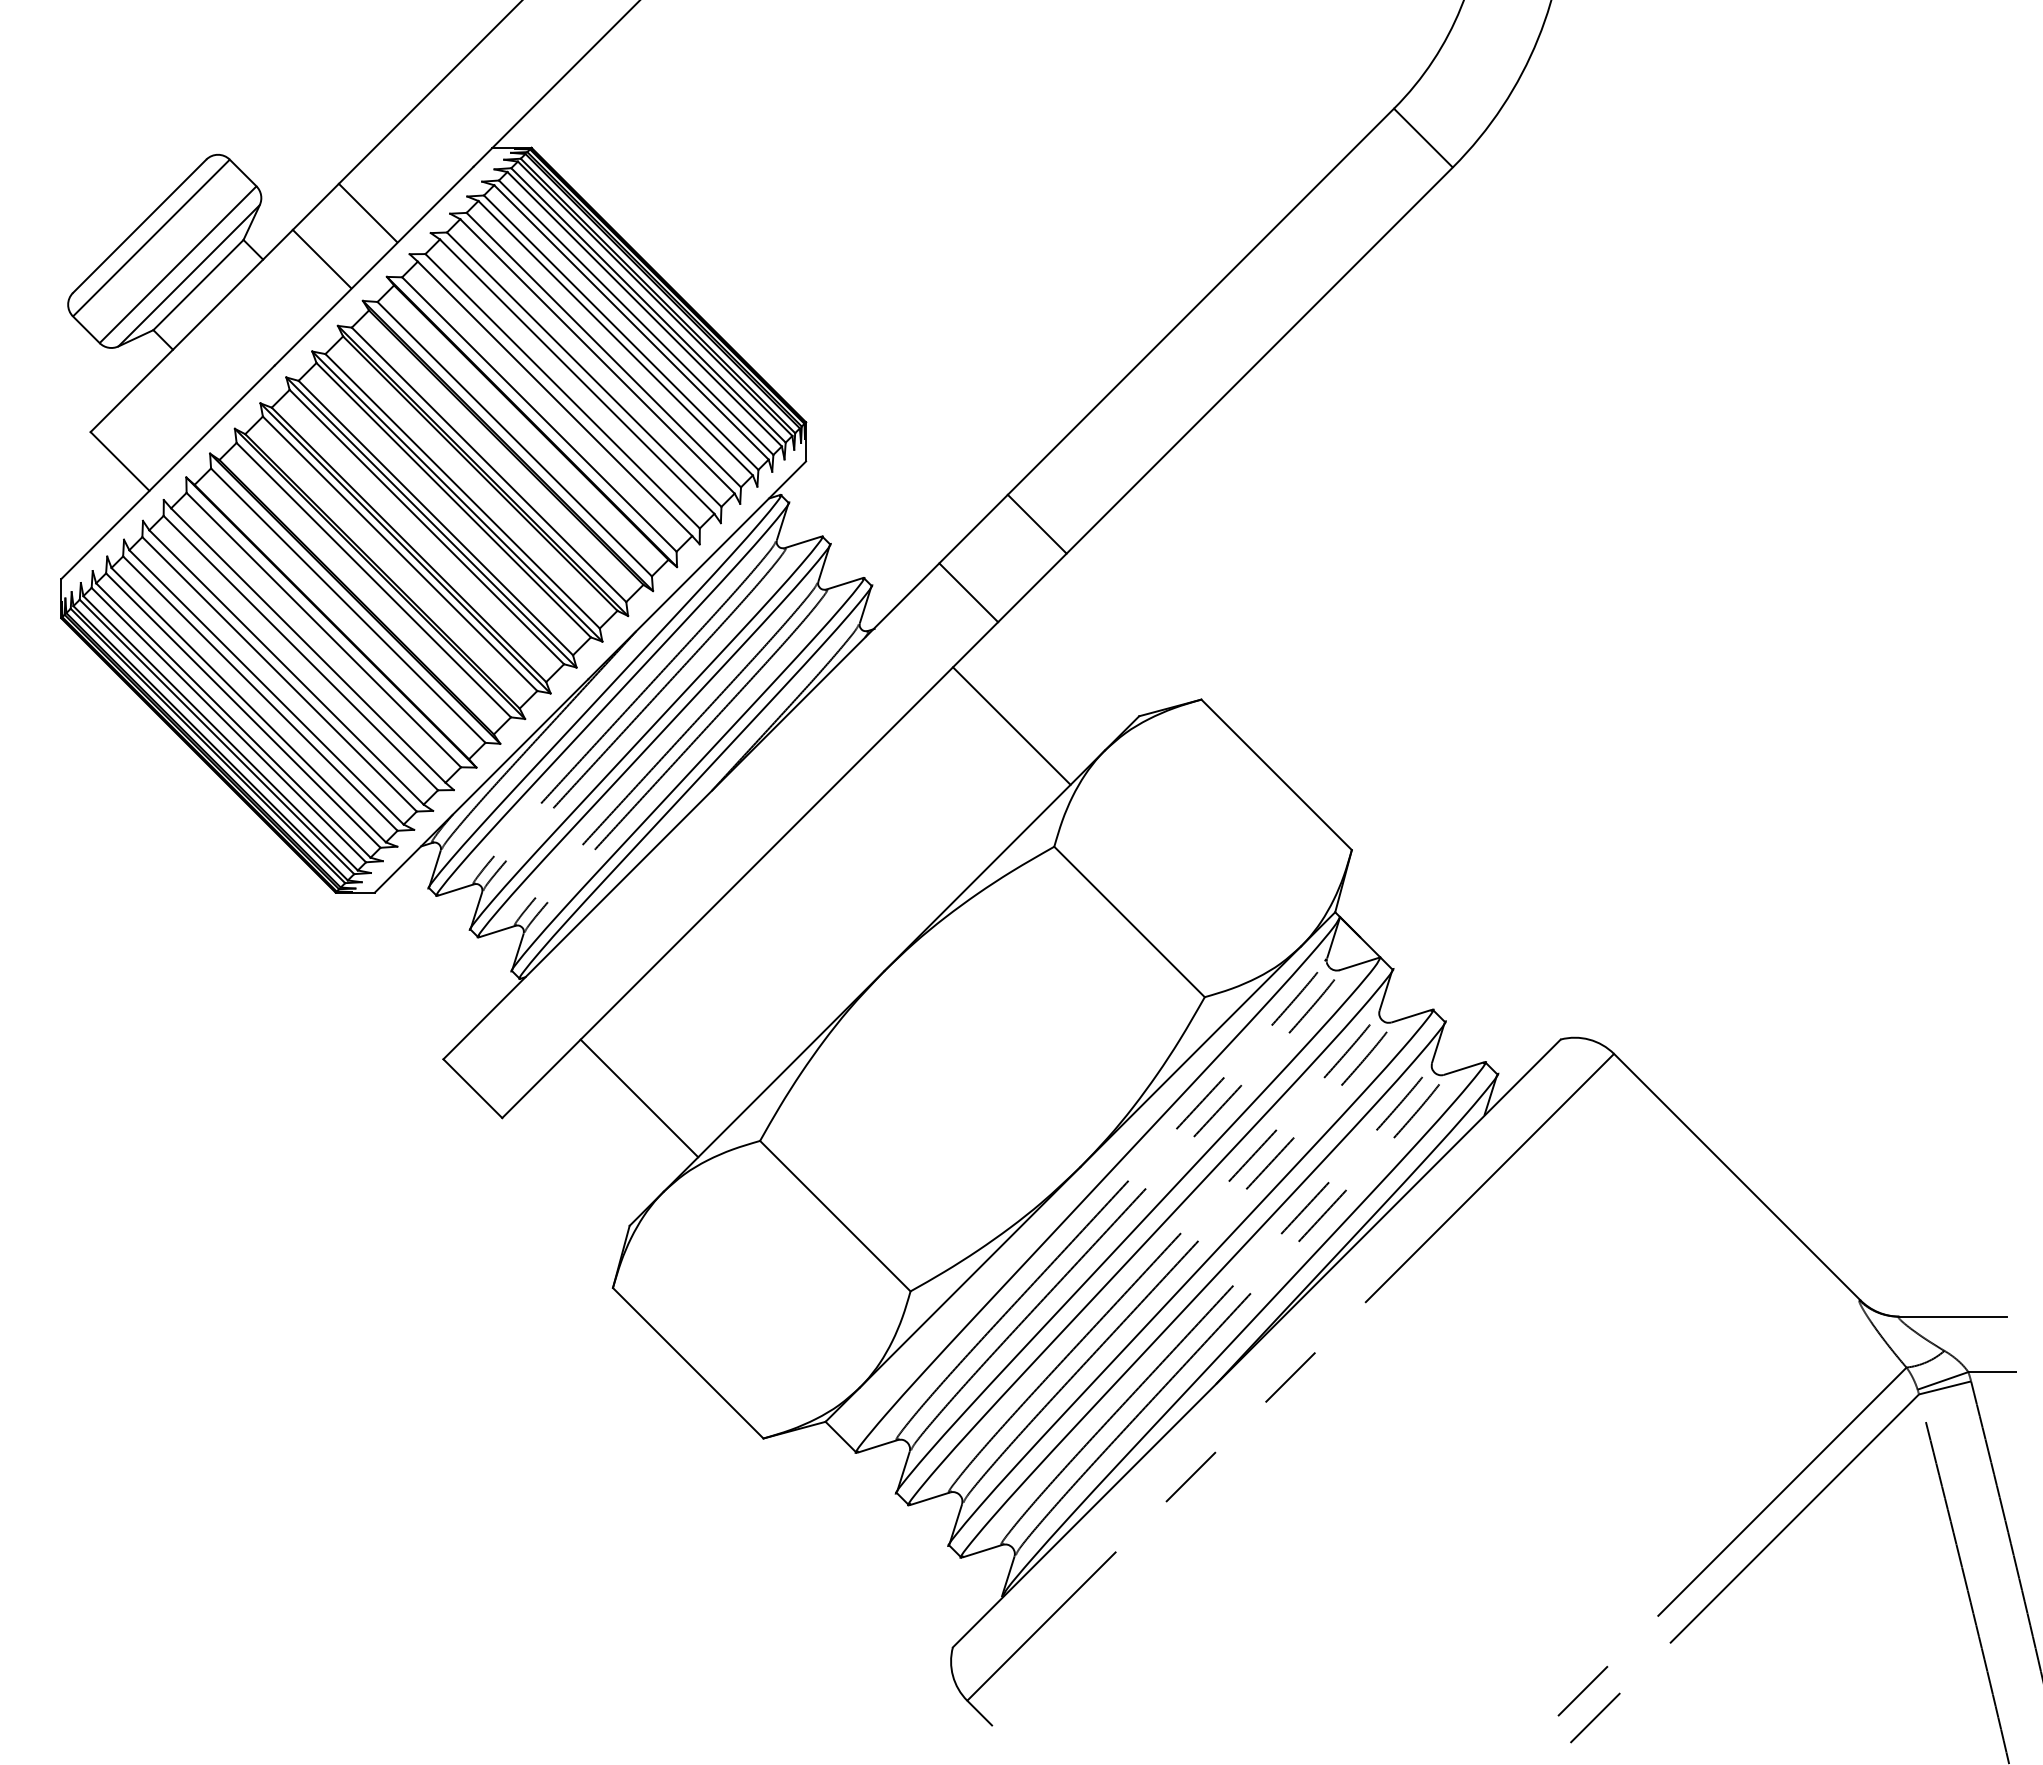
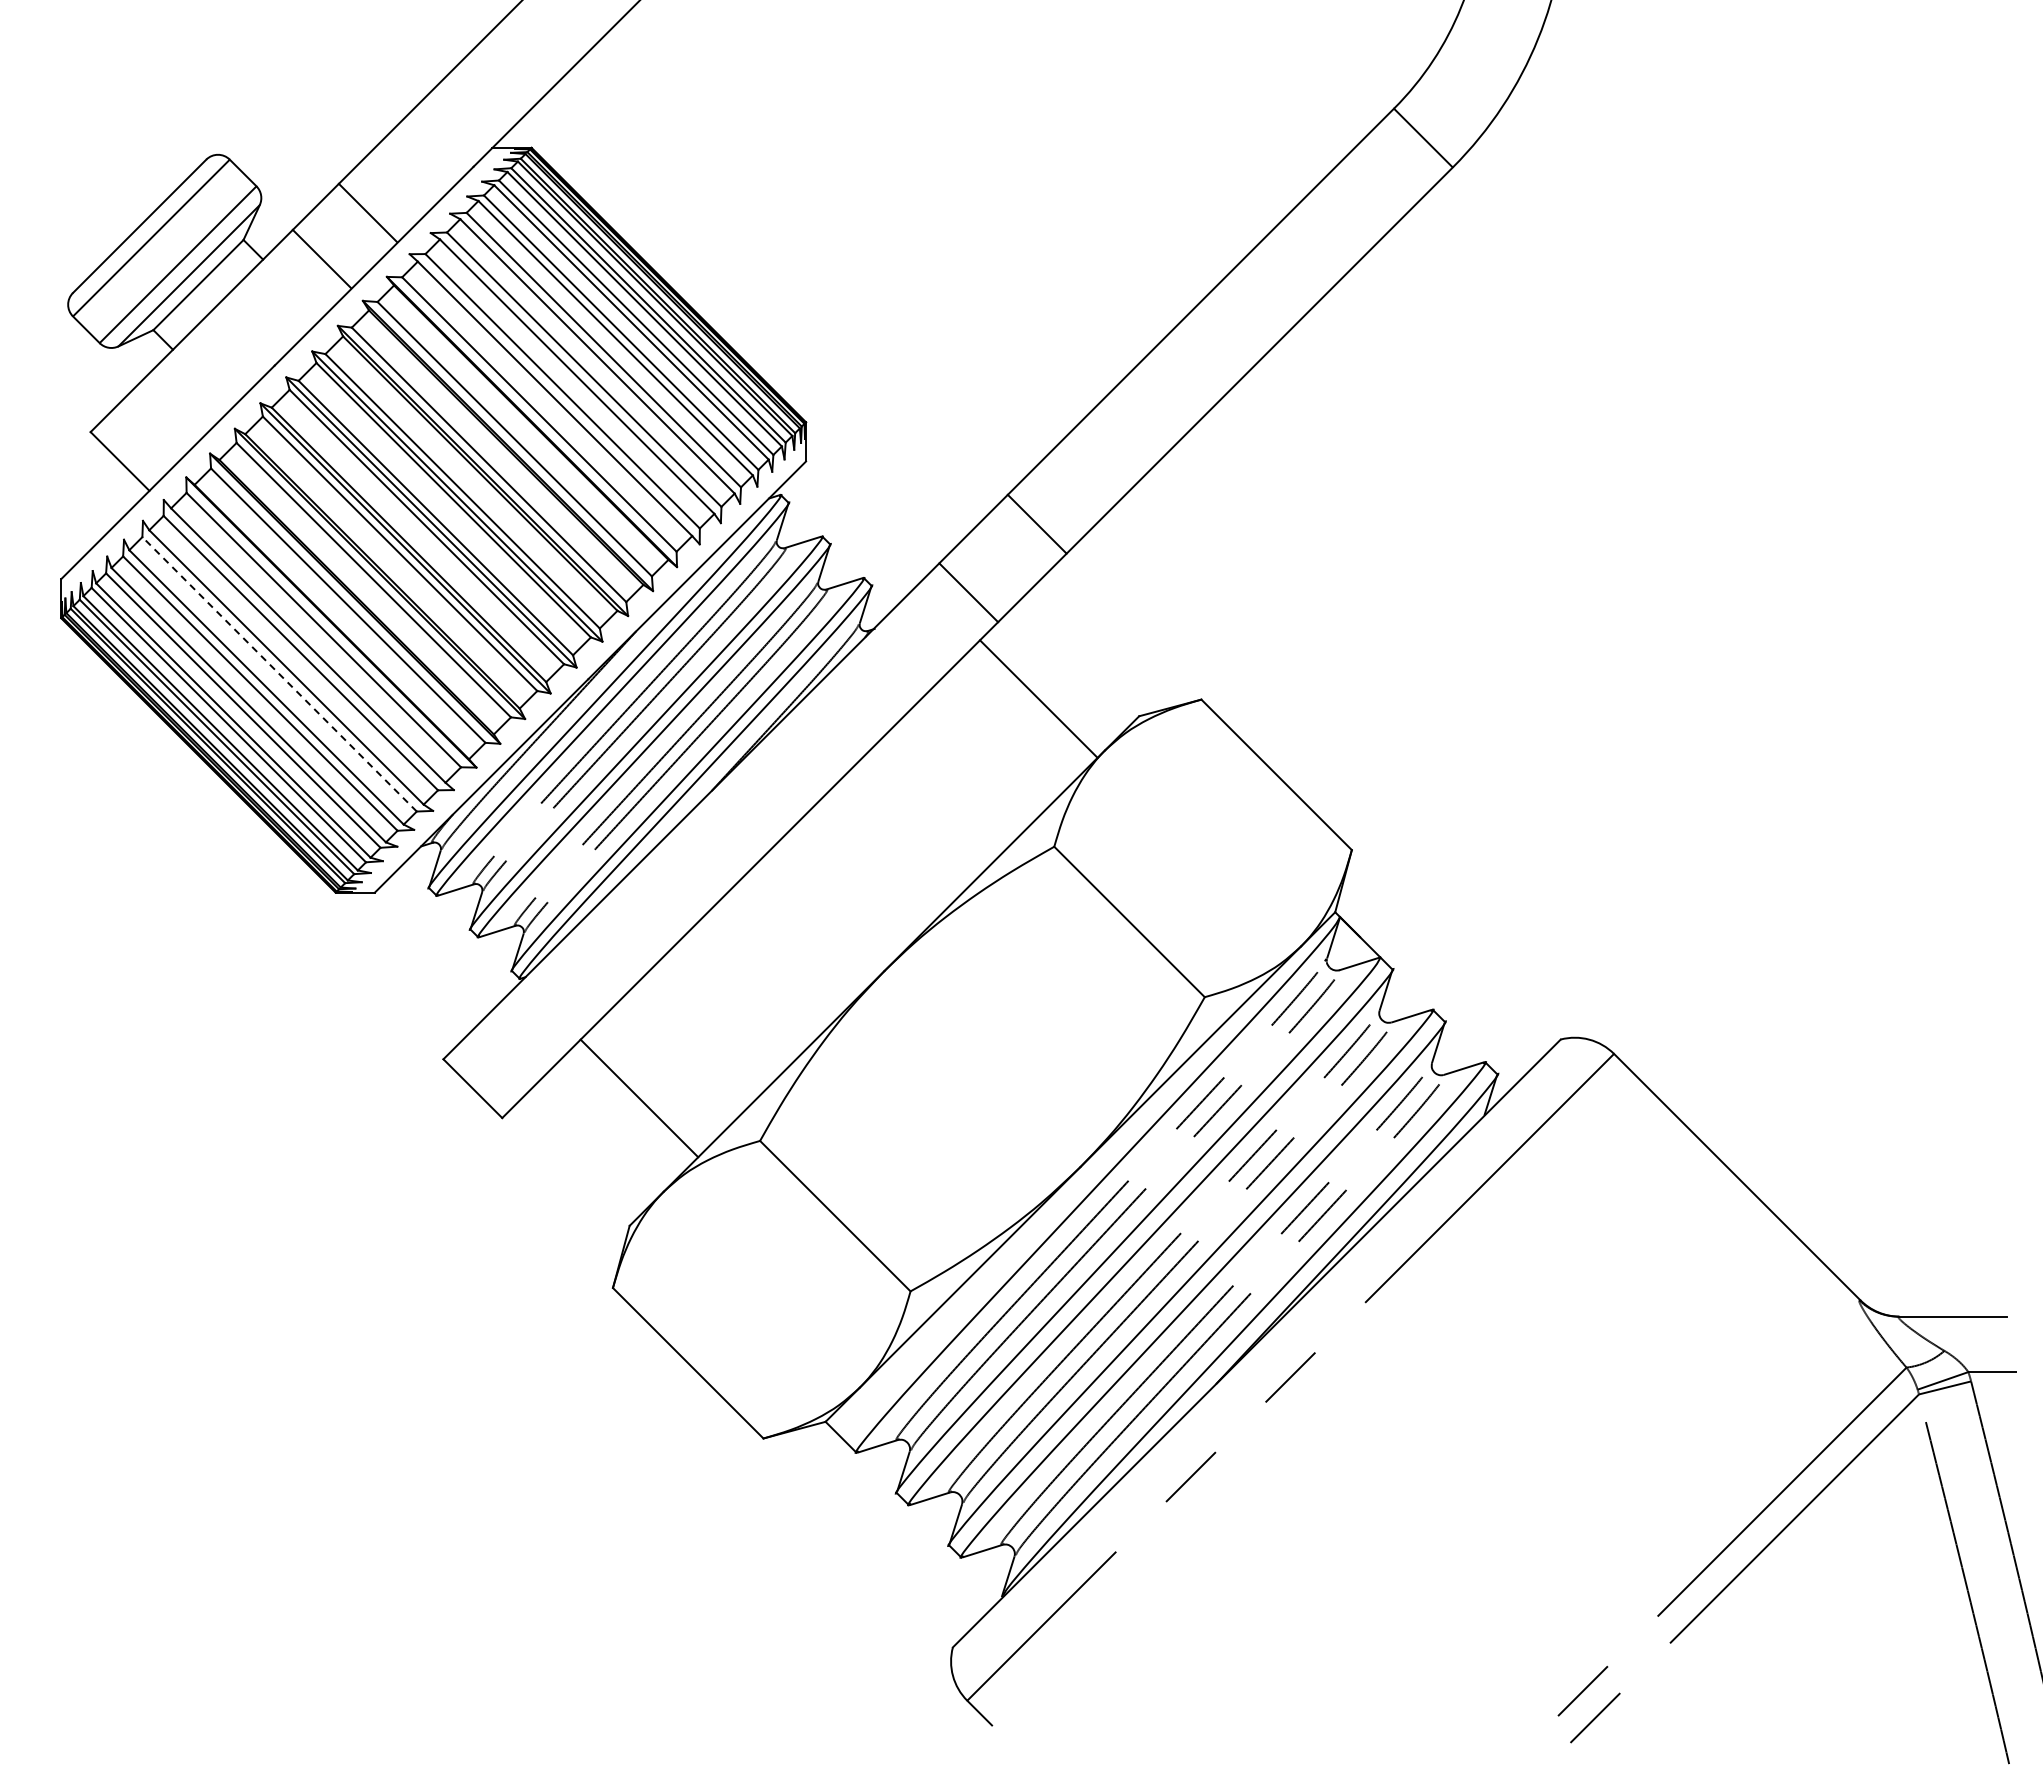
line at (279, 673): solid -> dashed
line at (1011, 725) position: (1011, 725) -> (1038, 698)
